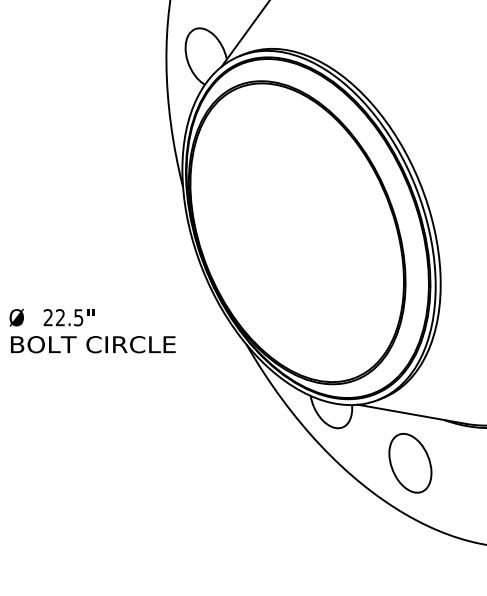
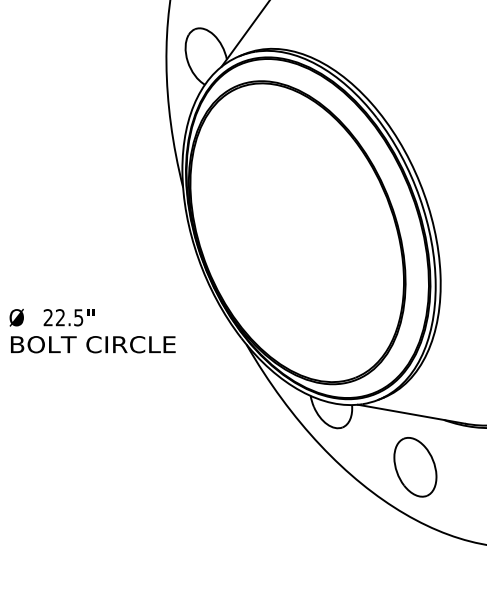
part at (410, 463) position: (410, 463) -> (415, 467)
